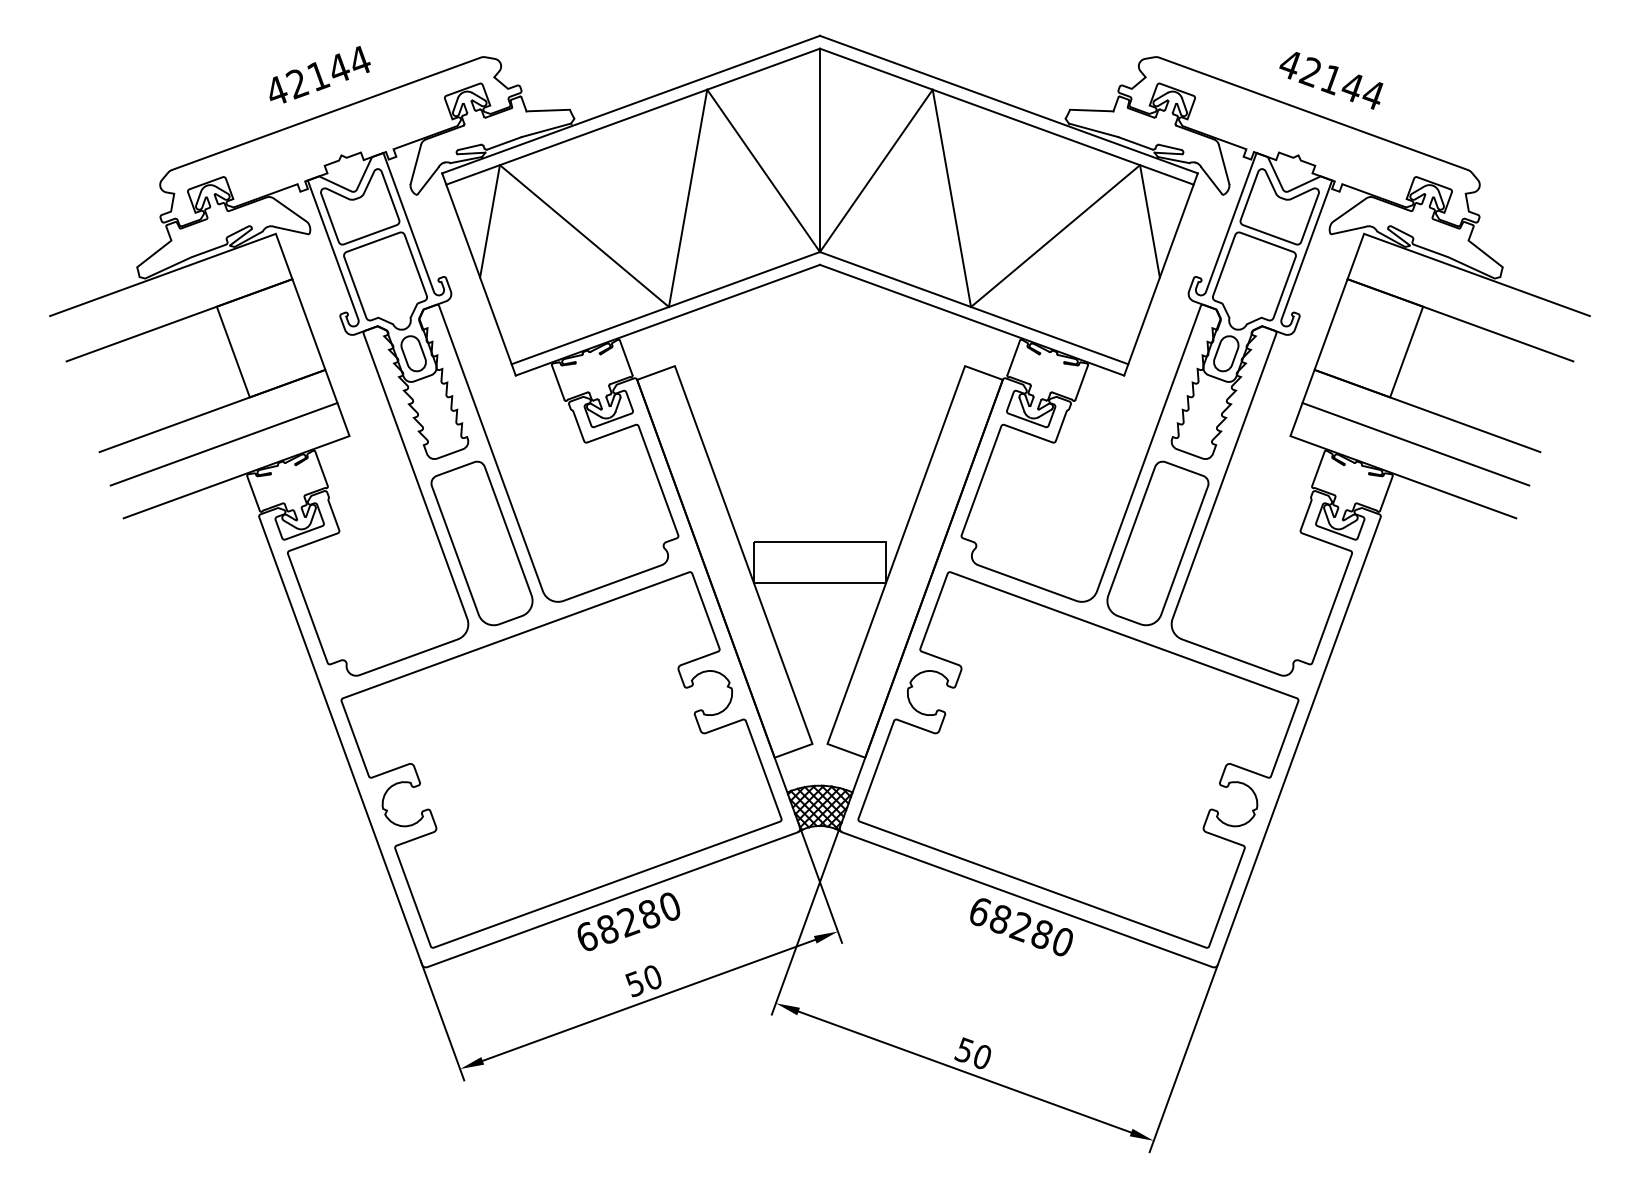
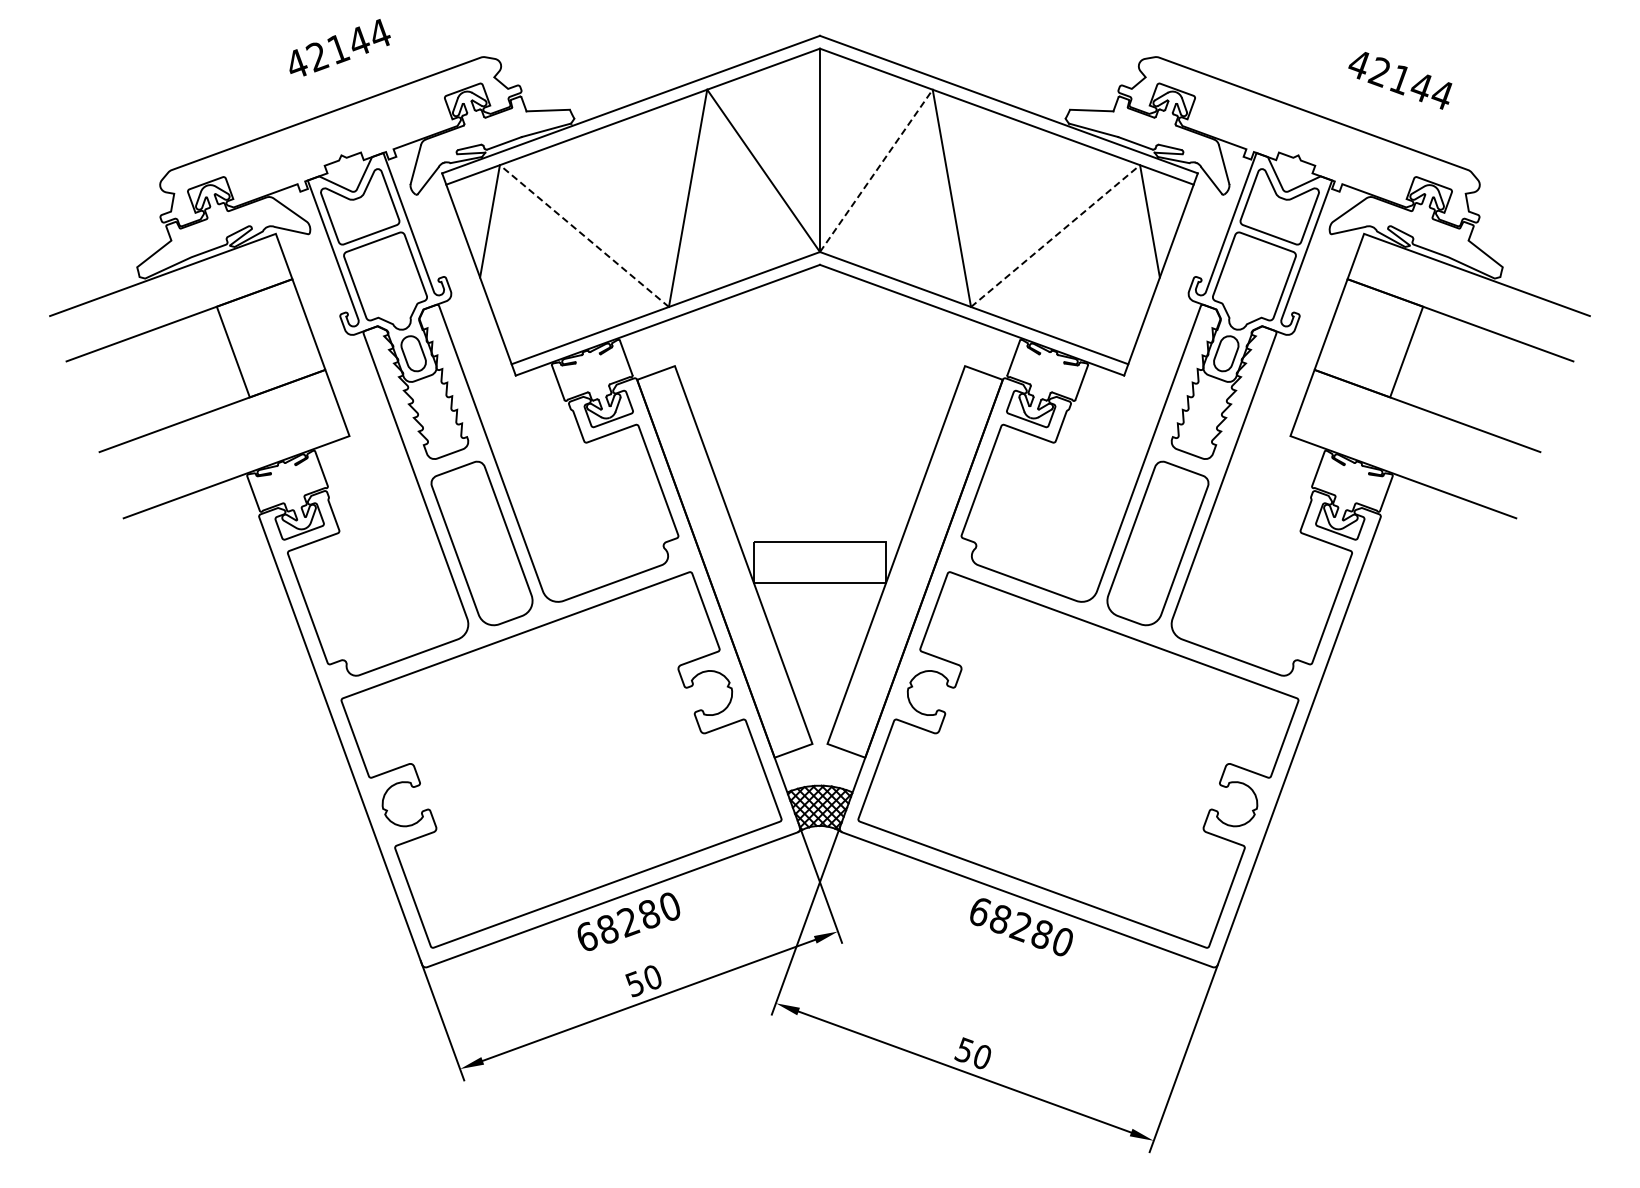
text at (319, 74) position: (319, 74) -> (339, 47)
text at (1331, 80) position: (1331, 80) -> (1400, 80)
line at (876, 170): solid -> dashed
line at (584, 235): solid -> dashed
line at (1055, 235): solid -> dashed
line at (223, 444): present -> none
line at (1415, 444): present -> none
